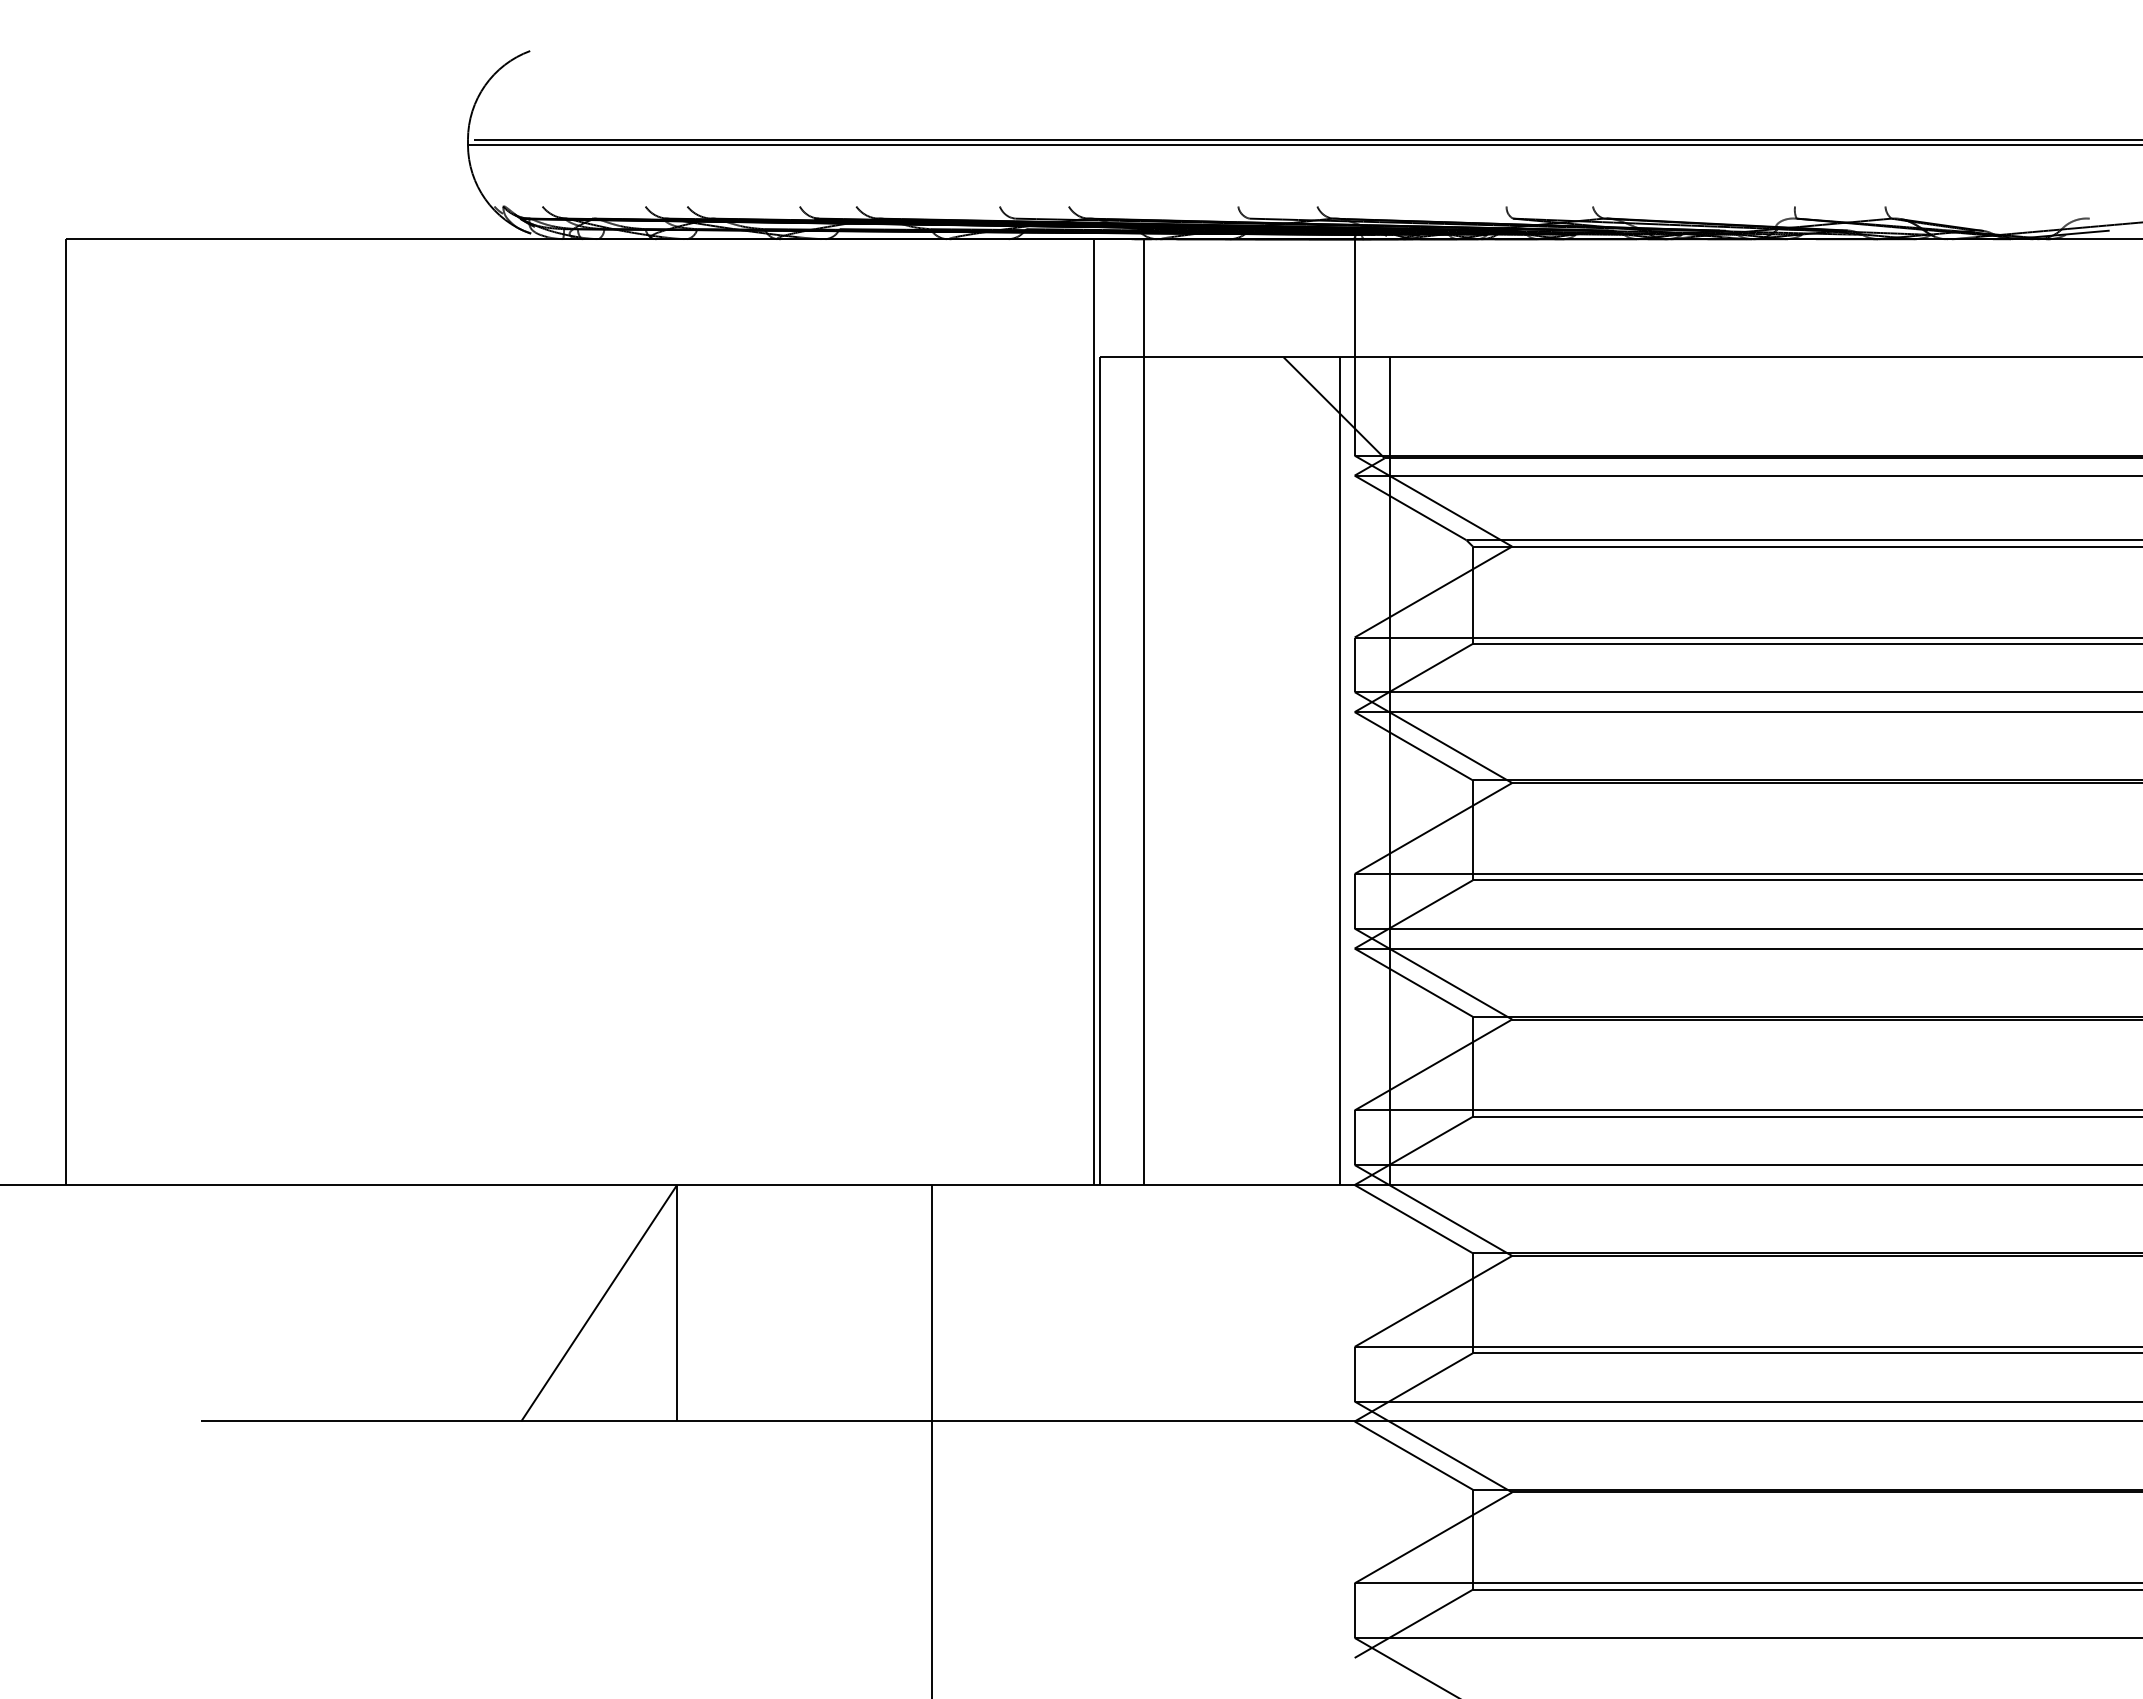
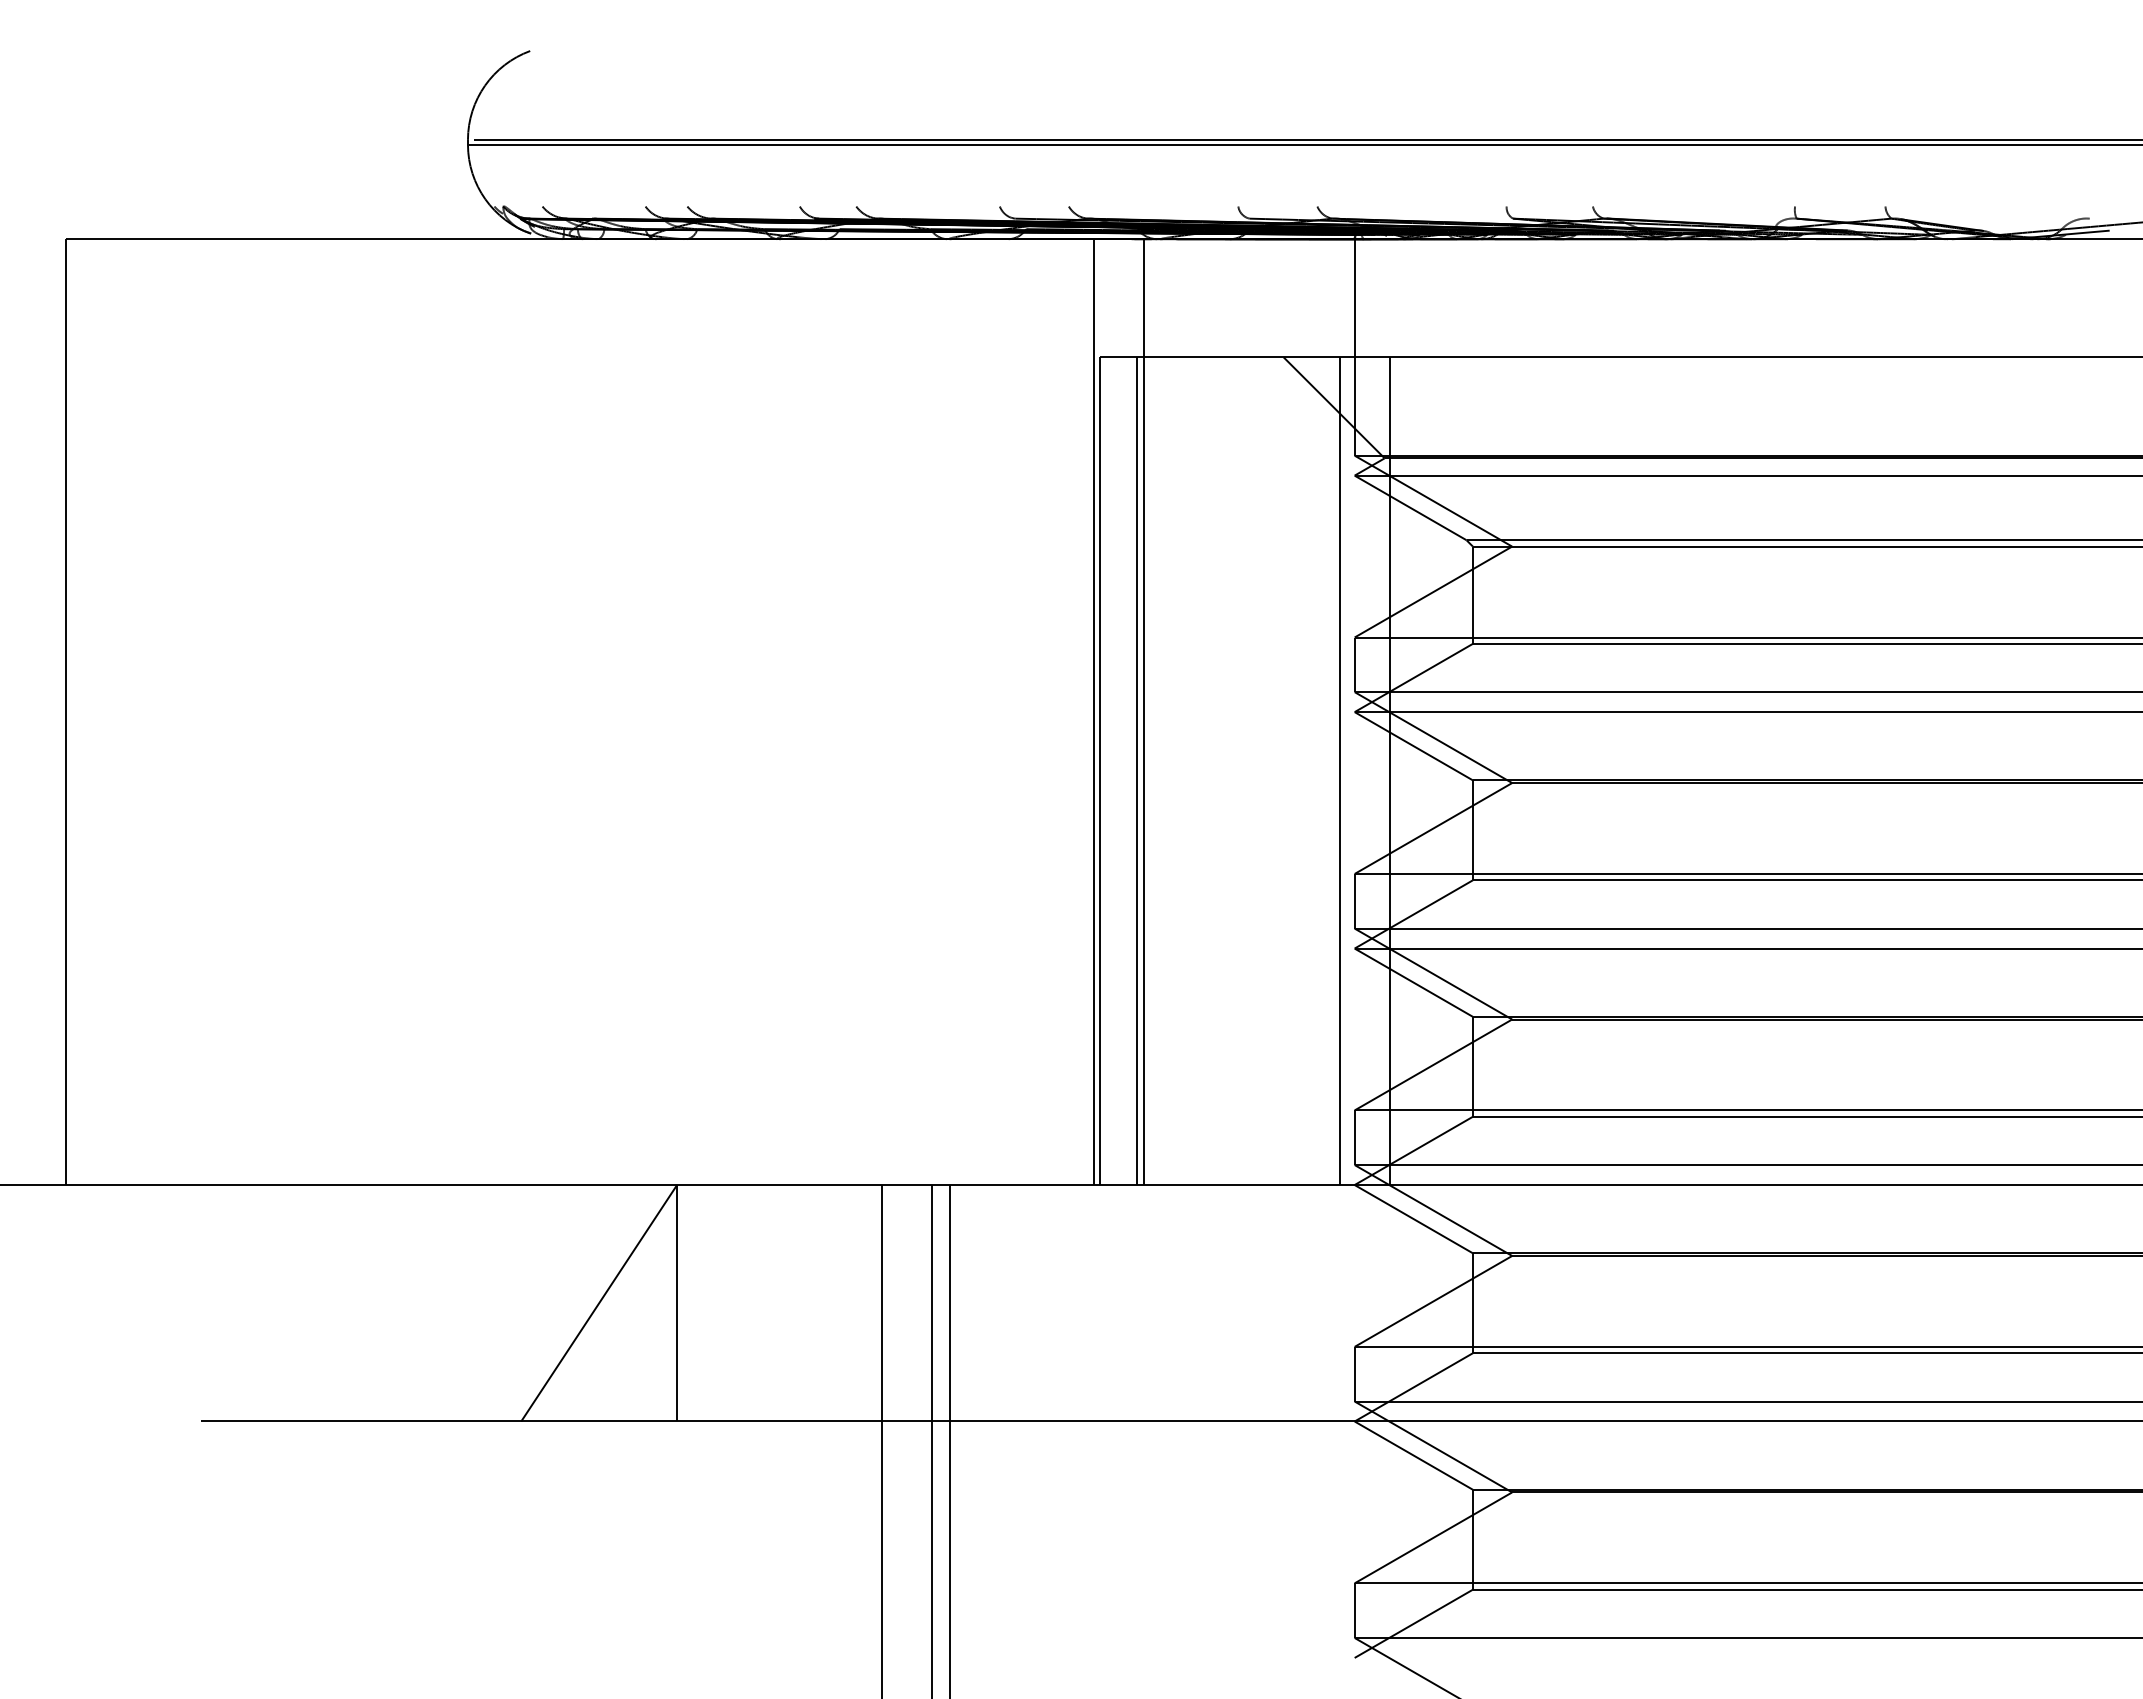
line at (1136, 771): none -> present
line at (881, 1440): none -> present
line at (950, 1440): none -> present
